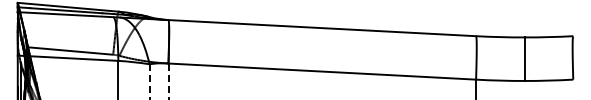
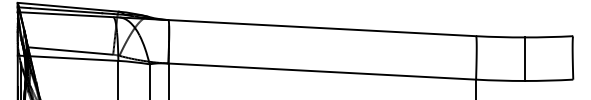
line at (149, 81): dashed -> solid
line at (168, 81): dashed -> solid
